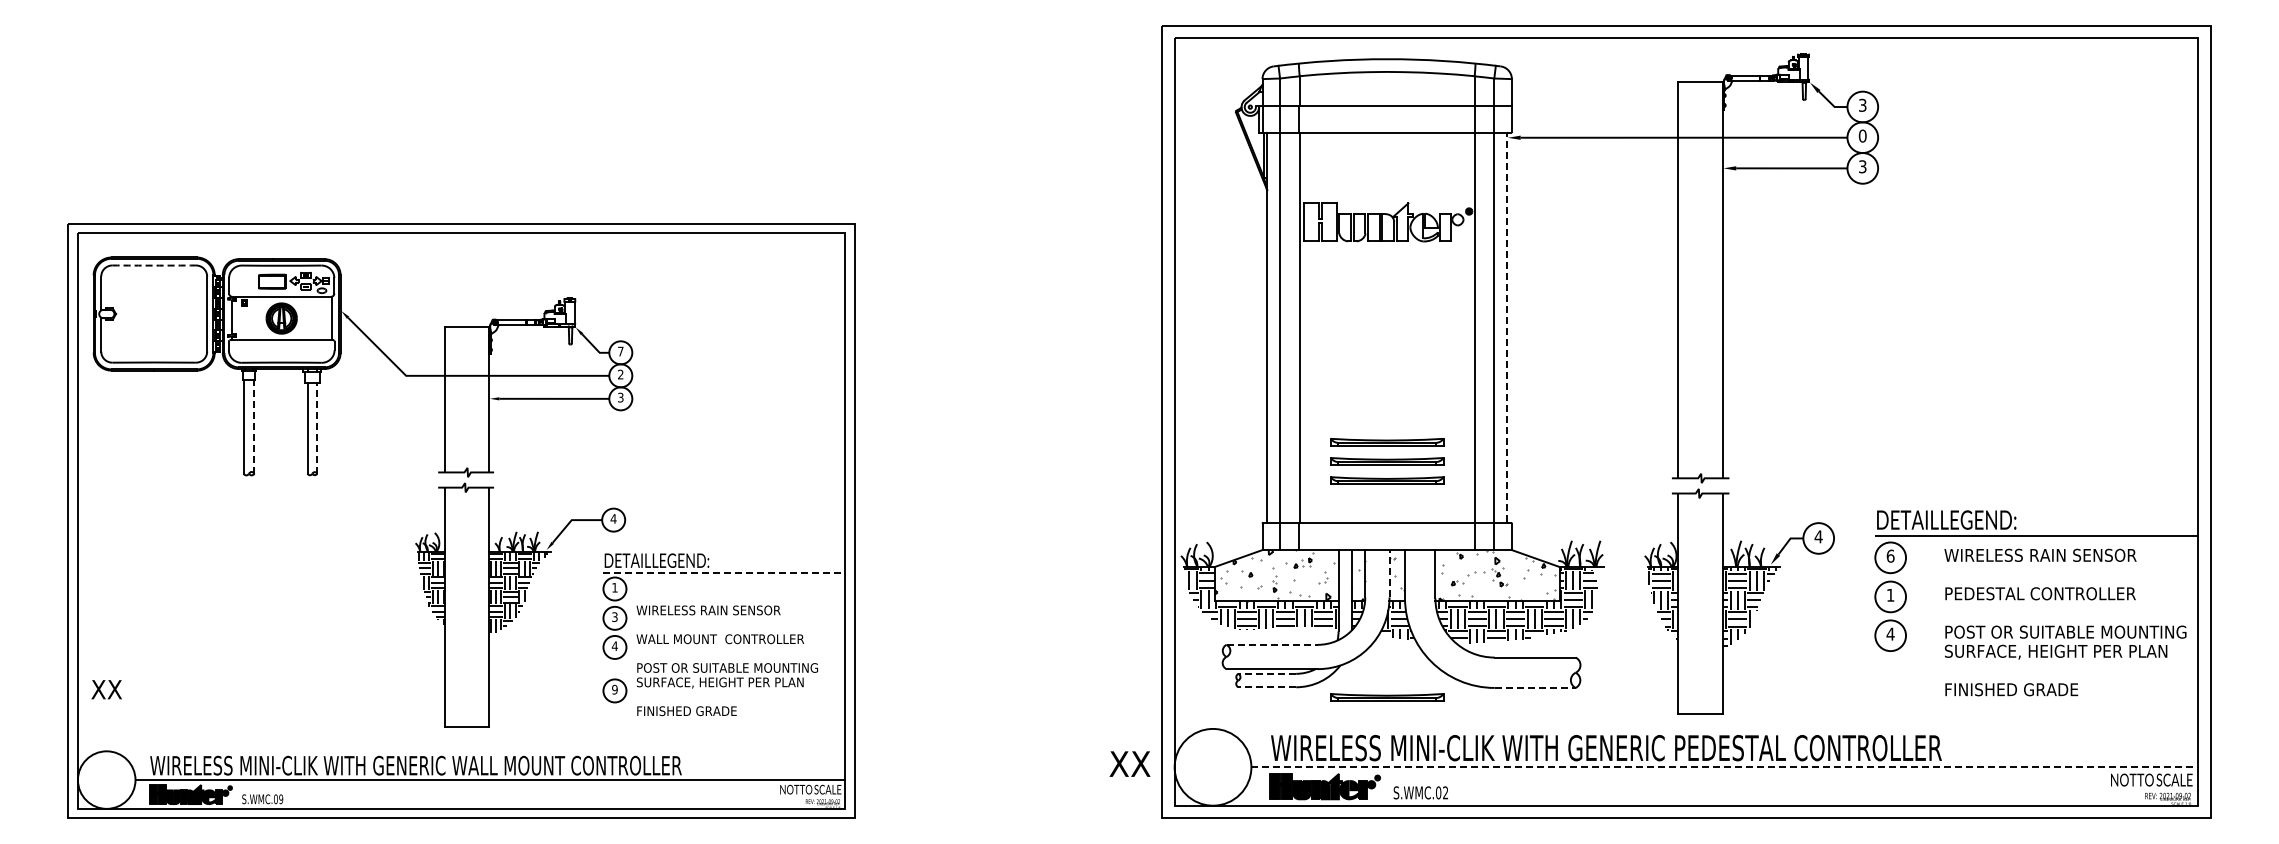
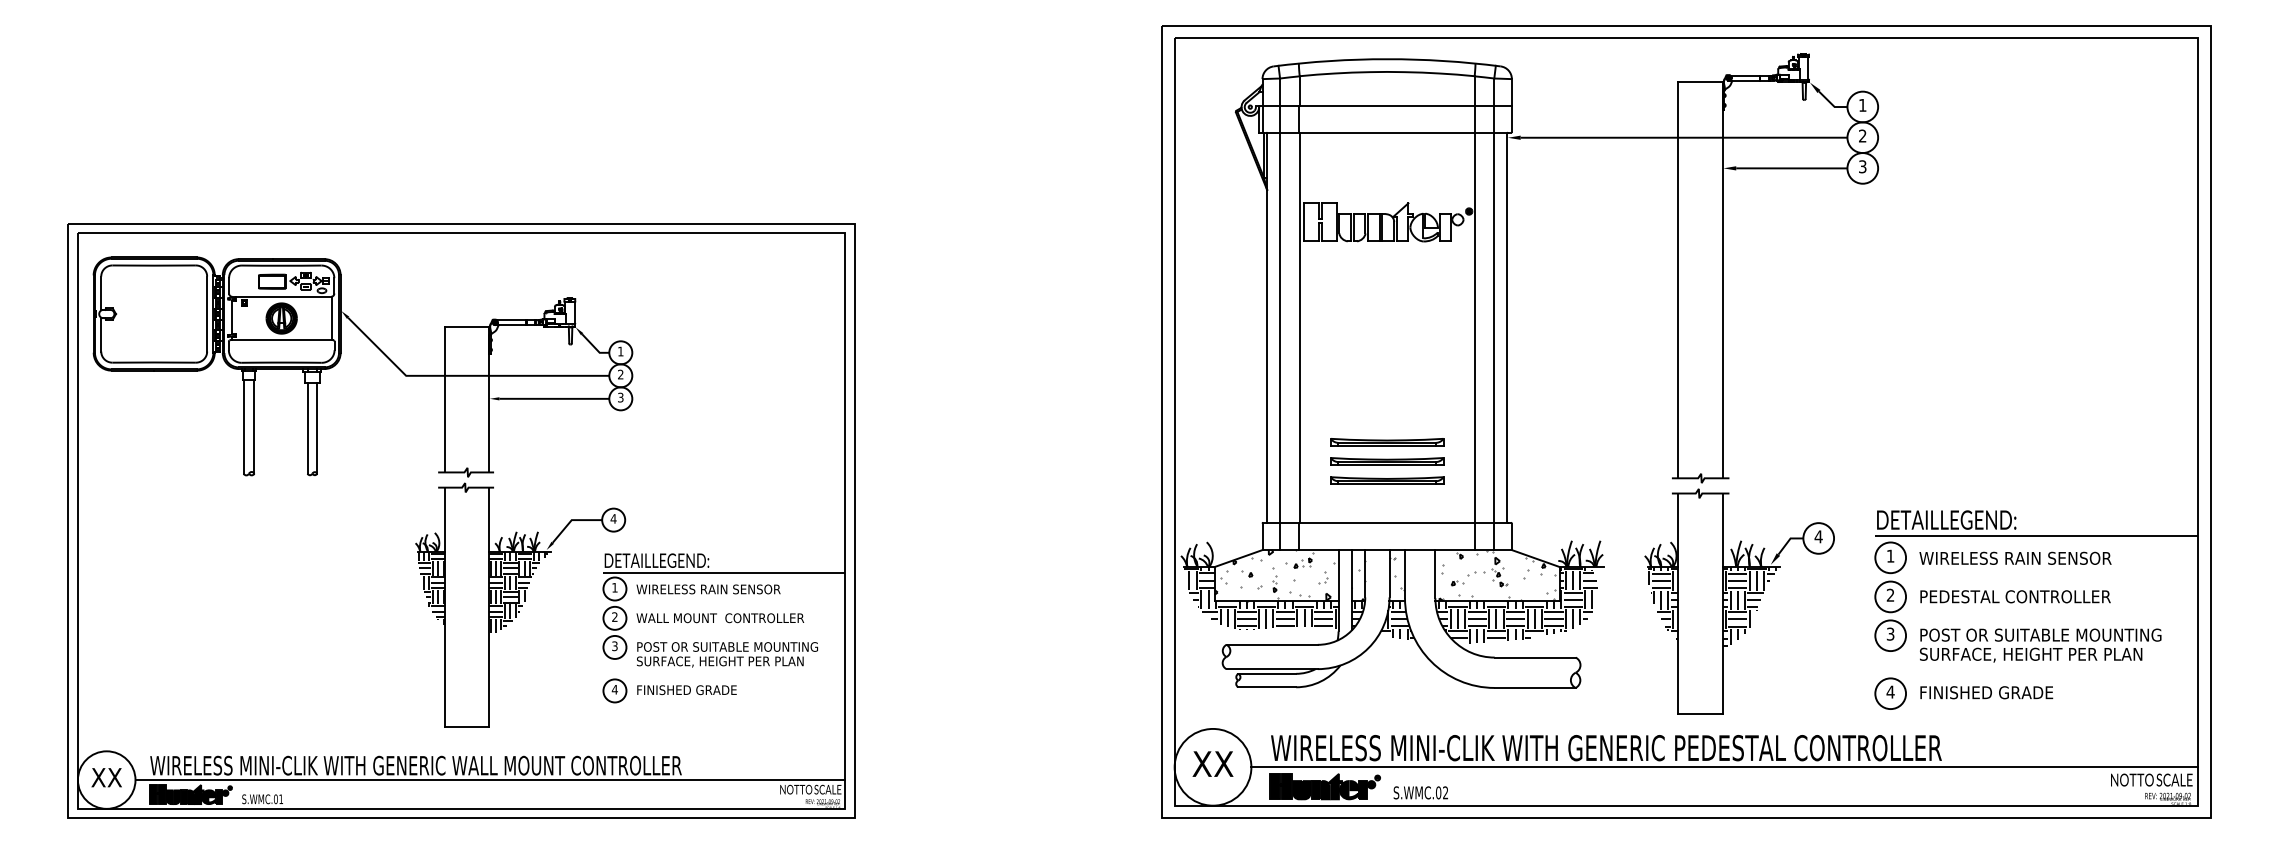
text at (1862, 104): 3 -> 1
text at (1862, 135): 0 -> 2
arc at (154, 265): dashed -> solid
line at (1507, 327): dashed -> solid
text at (620, 351): 7 -> 1
line at (254, 426): dashed -> solid
line at (317, 428): dashed -> solid
text at (1890, 555): 6 -> 1
line at (724, 572): dashed -> solid
line at (1389, 573): dashed -> solid
text at (1889, 594): 1 -> 2
text at (614, 617): 3 -> 2
text at (2065, 622) position: (2065, 622) -> (2040, 625)
text at (1890, 633): 4 -> 3
line at (1272, 644): dashed -> solid
text at (614, 646): 4 -> 3
text at (726, 660) position: (726, 660) -> (726, 639)
line at (1267, 673): dashed -> solid
line at (1267, 687): dashed -> solid
line at (1535, 687): dashed -> solid
text at (106, 689) position: (106, 689) -> (106, 777)
text at (614, 689): 9 -> 4
part at (1890, 693): none -> present
part at (1387, 697): present -> none
text at (1129, 763) position: (1129, 763) -> (1212, 763)
line at (1725, 767): dashed -> solid
text at (281, 799): S.WMC.09 -> S.WMC.01
